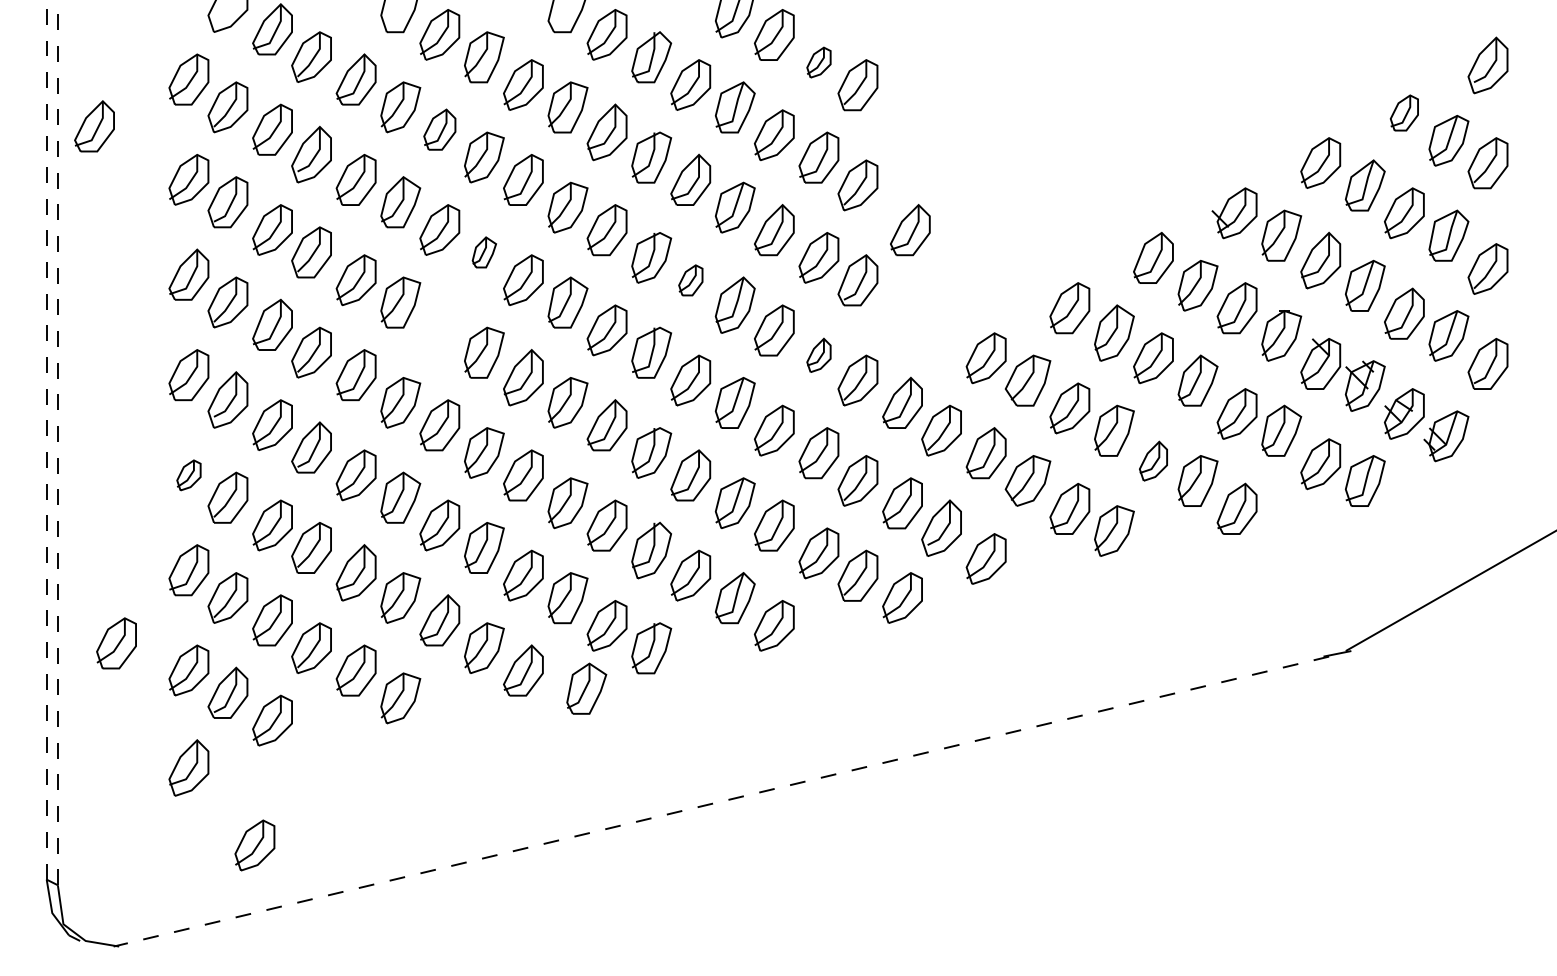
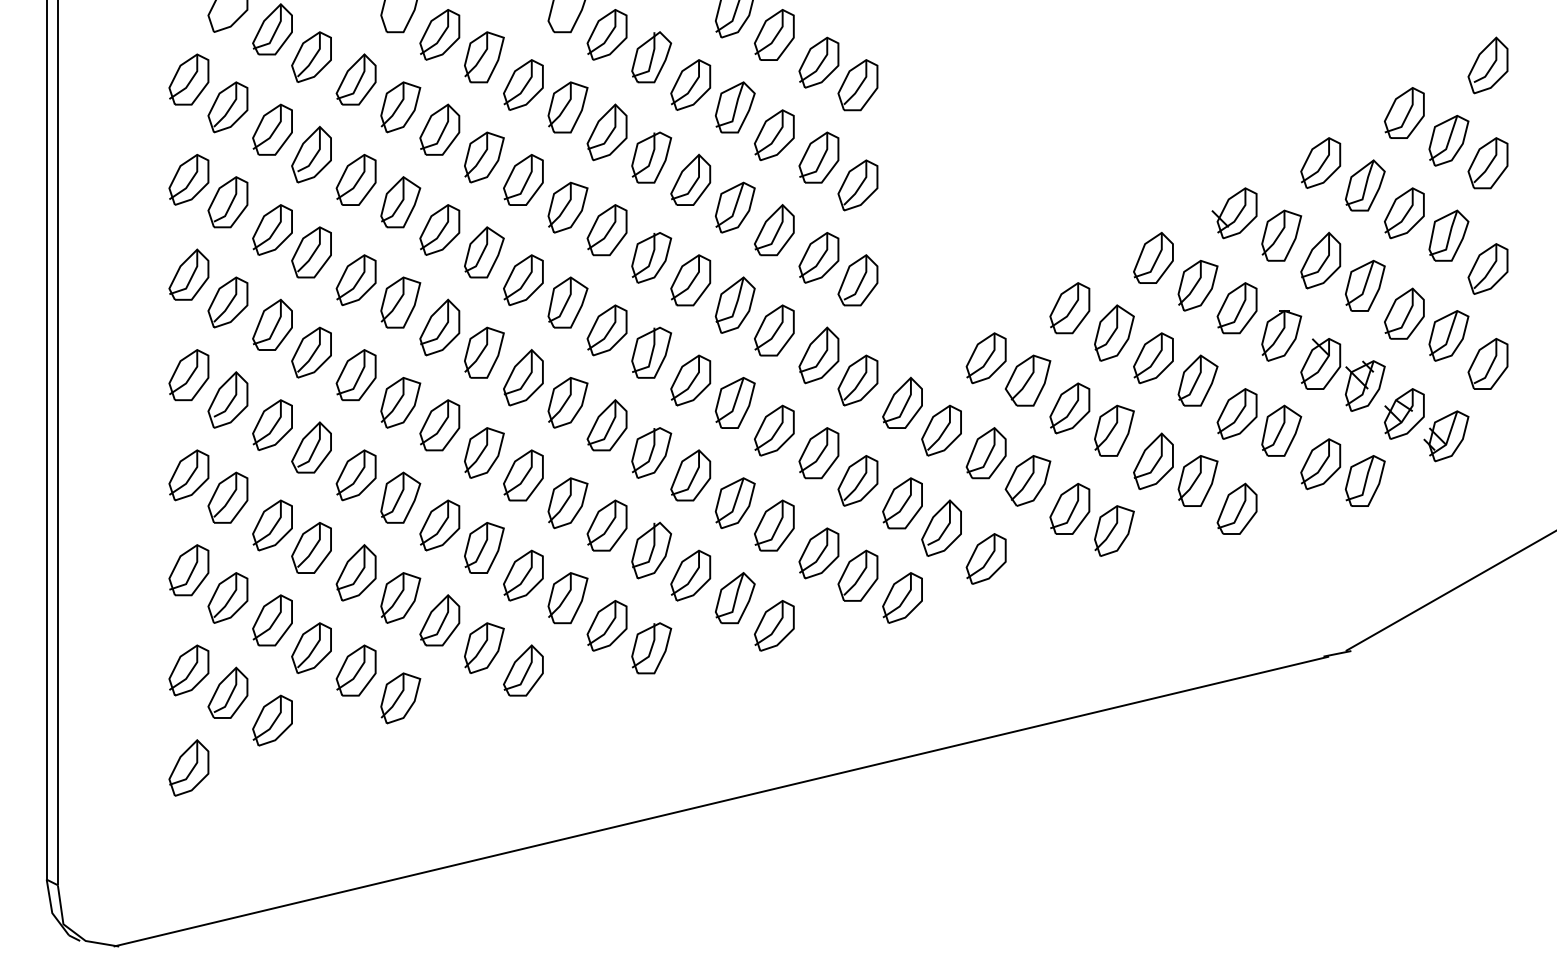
part at (818, 62) size: 26x33 px -> 42x53 px
part at (1403, 112) size: 30x38 px -> 41x52 px
part at (94, 126): present -> none
part at (439, 129) size: 34x43 px -> 42x53 px
part at (910, 230): present -> none
part at (483, 252) size: 26x33 px -> 41x53 px
part at (690, 280) size: 26x33 px -> 42x53 px
part at (439, 327): none -> present
part at (818, 354) size: 26x36 px -> 42x59 px
line at (46, 439): dashed -> solid
line at (57, 442): dashed -> solid
part at (1153, 460) size: 29x42 px -> 41x58 px
part at (188, 475) size: 26x33 px -> 42x53 px
part at (116, 643): present -> none
part at (586, 688): present -> none
line at (721, 801): dashed -> solid
part at (254, 845): present -> none
